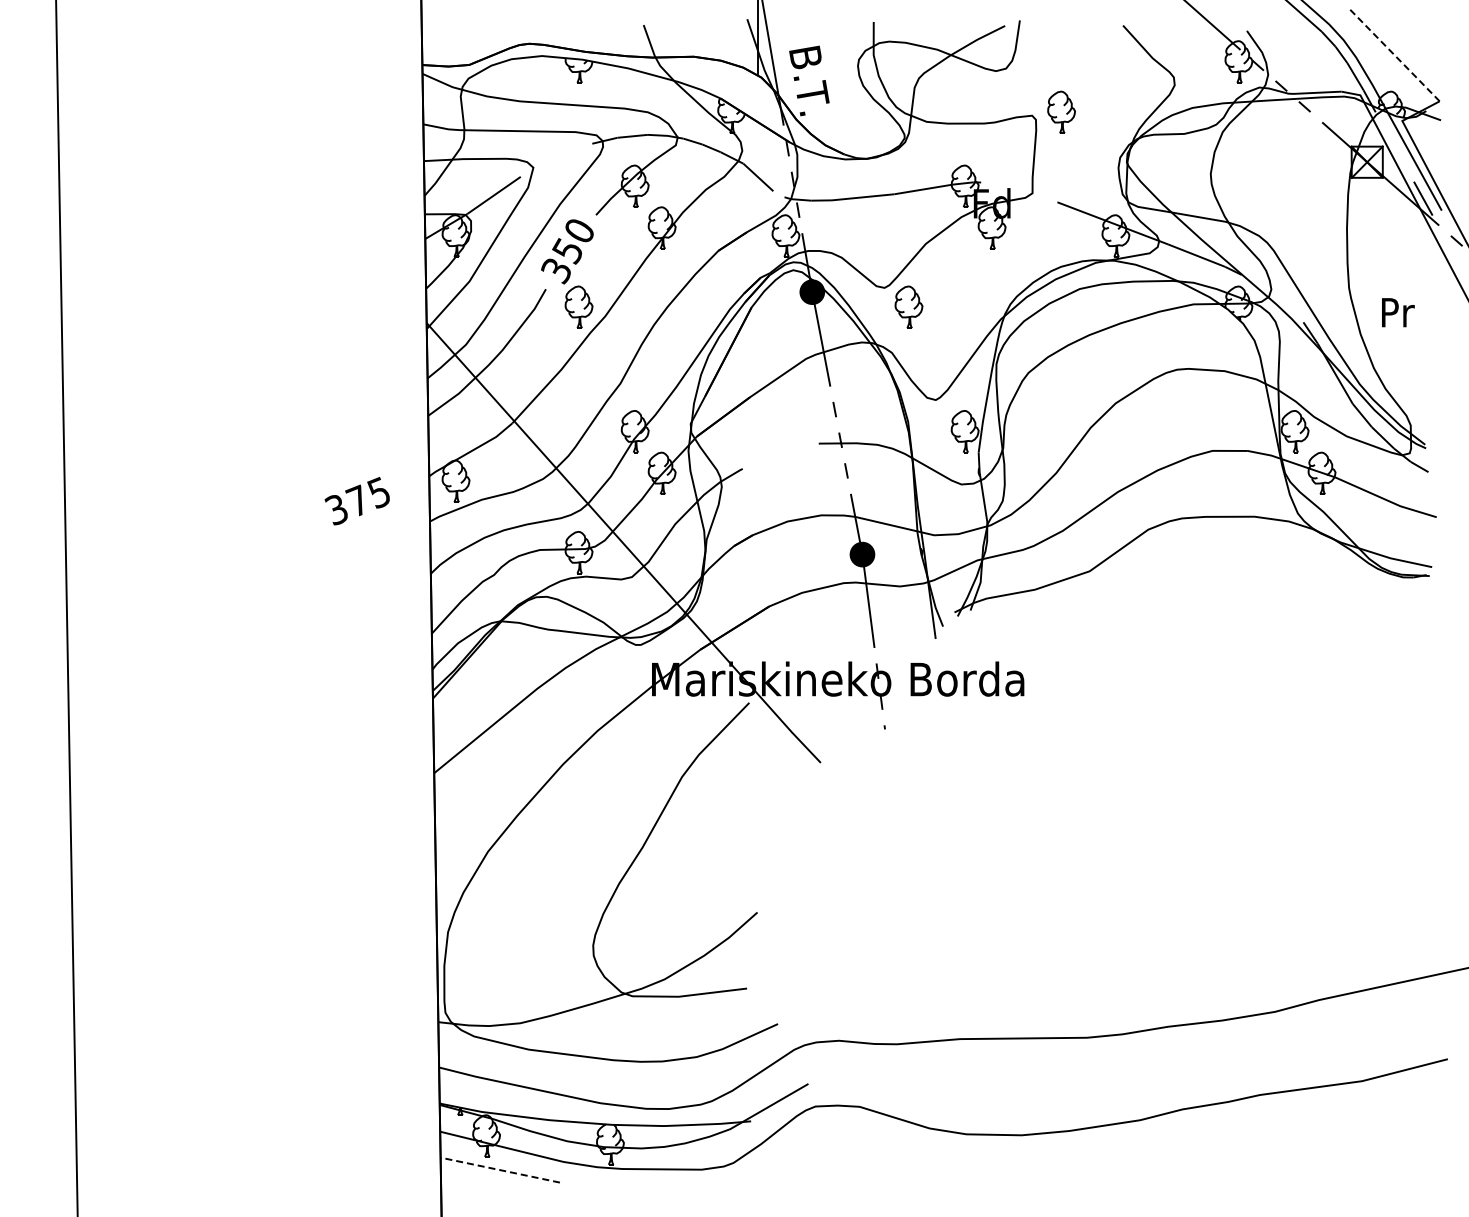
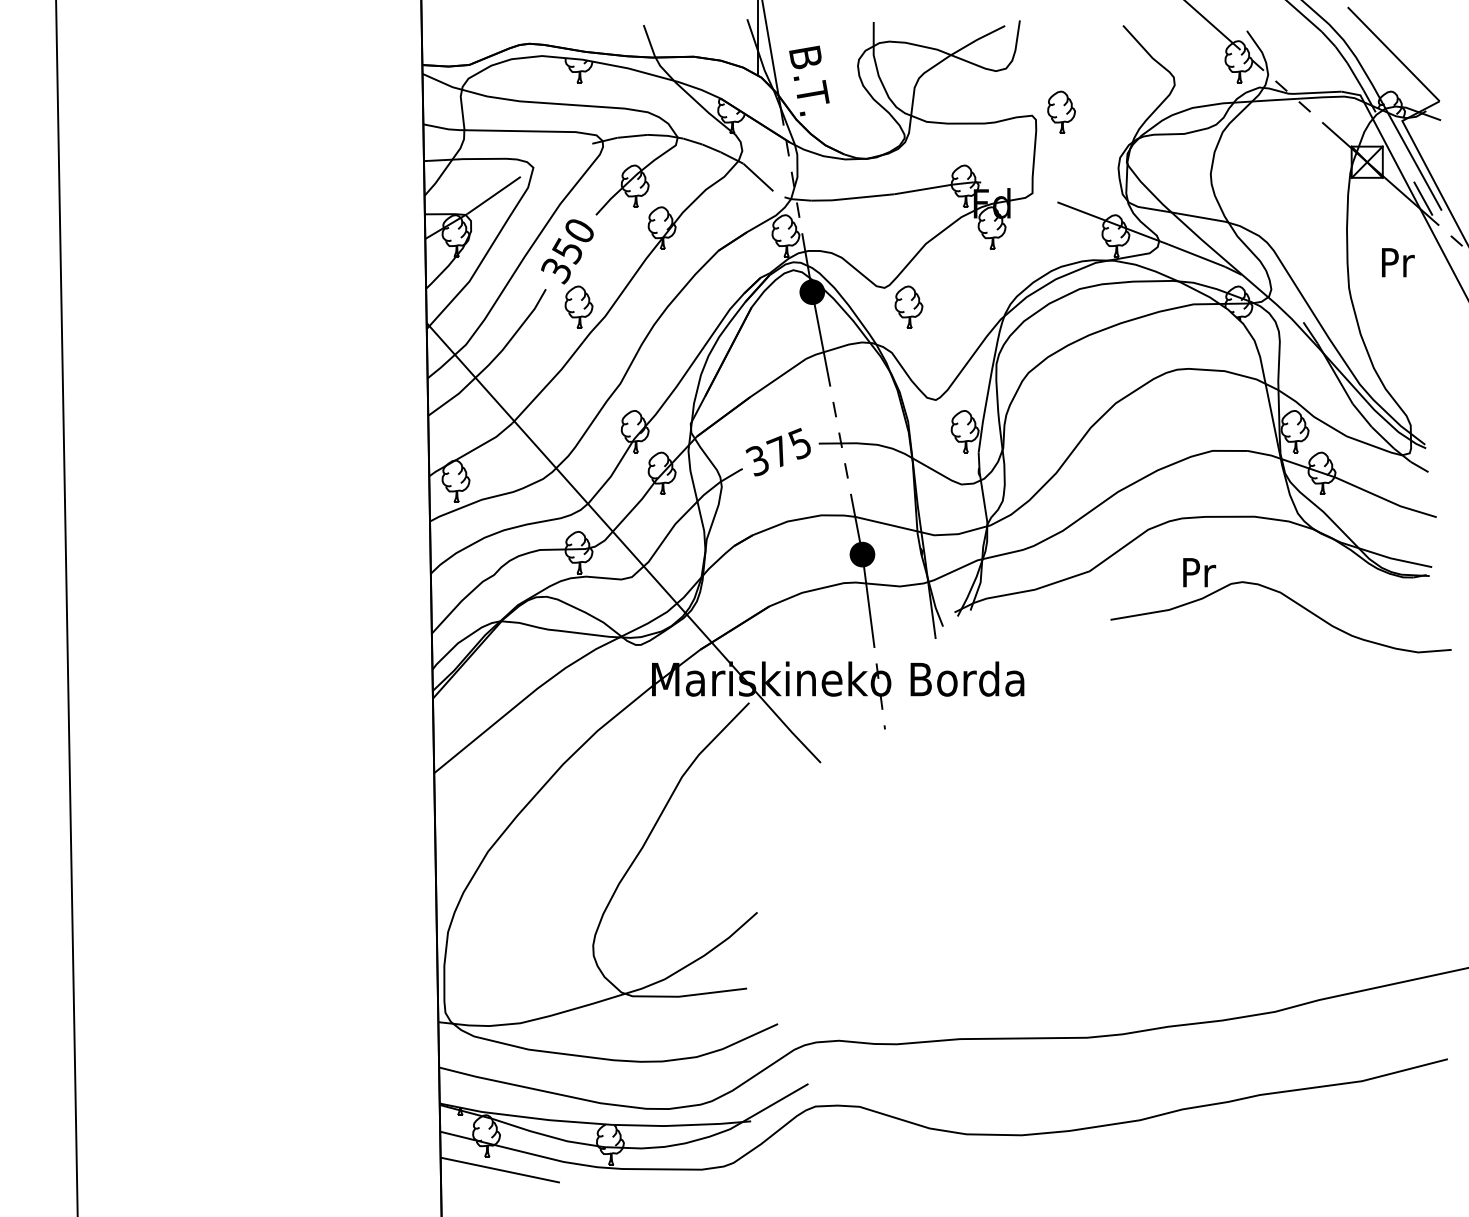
line at (1393, 54): dashed -> solid
text at (1398, 312) position: (1398, 312) -> (1398, 262)
text at (356, 501) position: (356, 501) -> (777, 452)
part at (1284, 596): none -> present
line at (500, 1170): dashed -> solid
